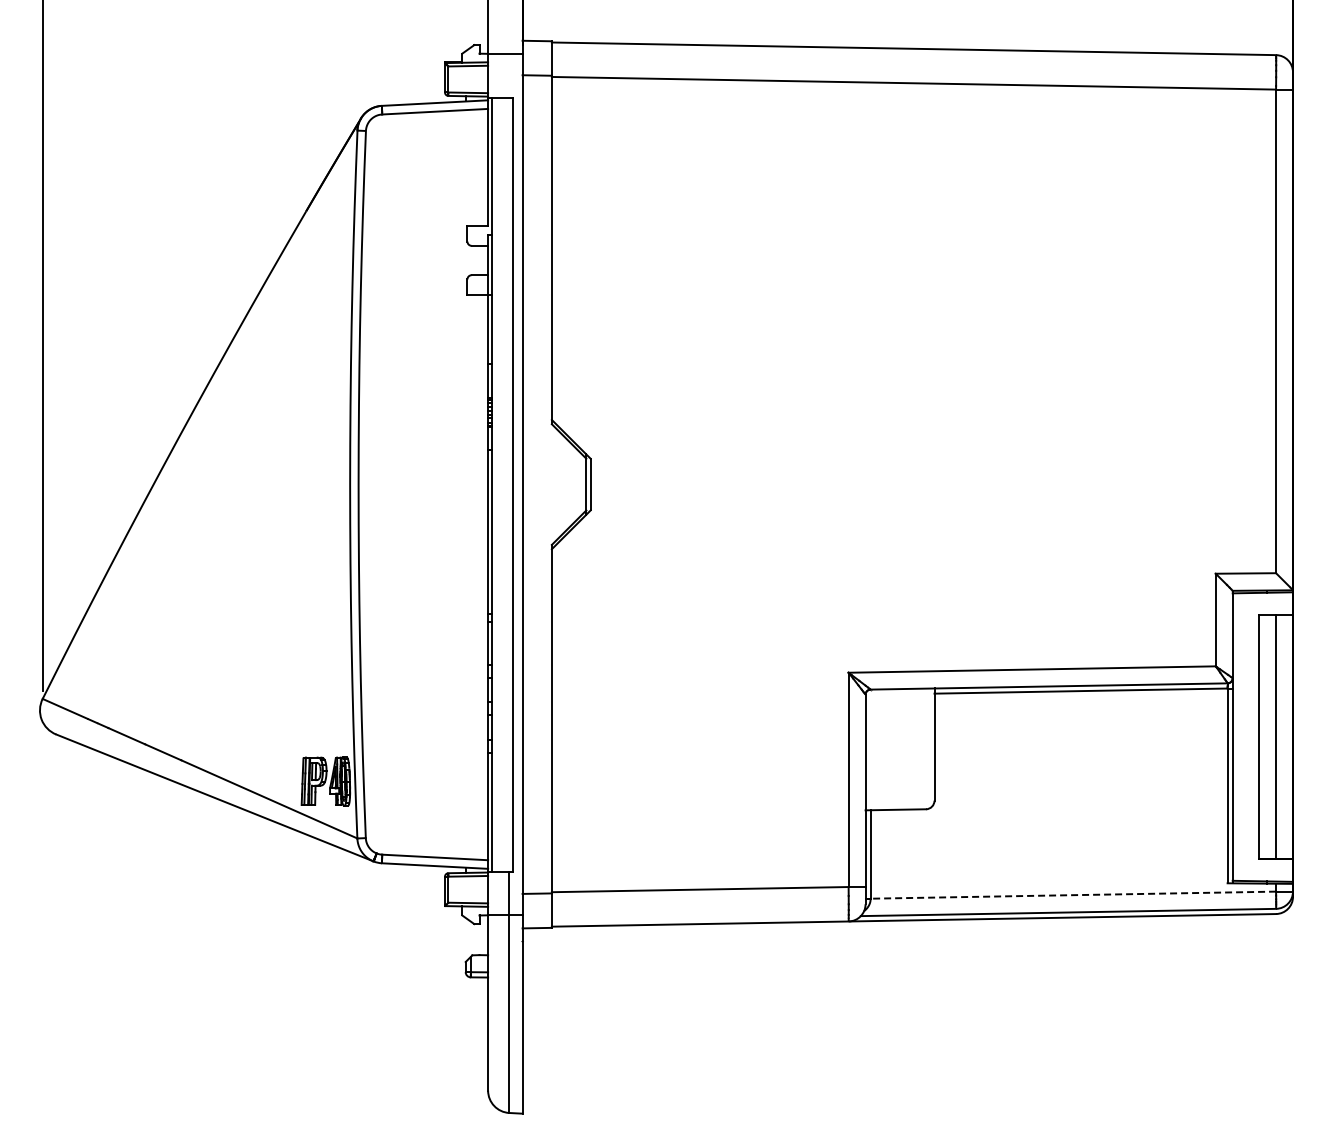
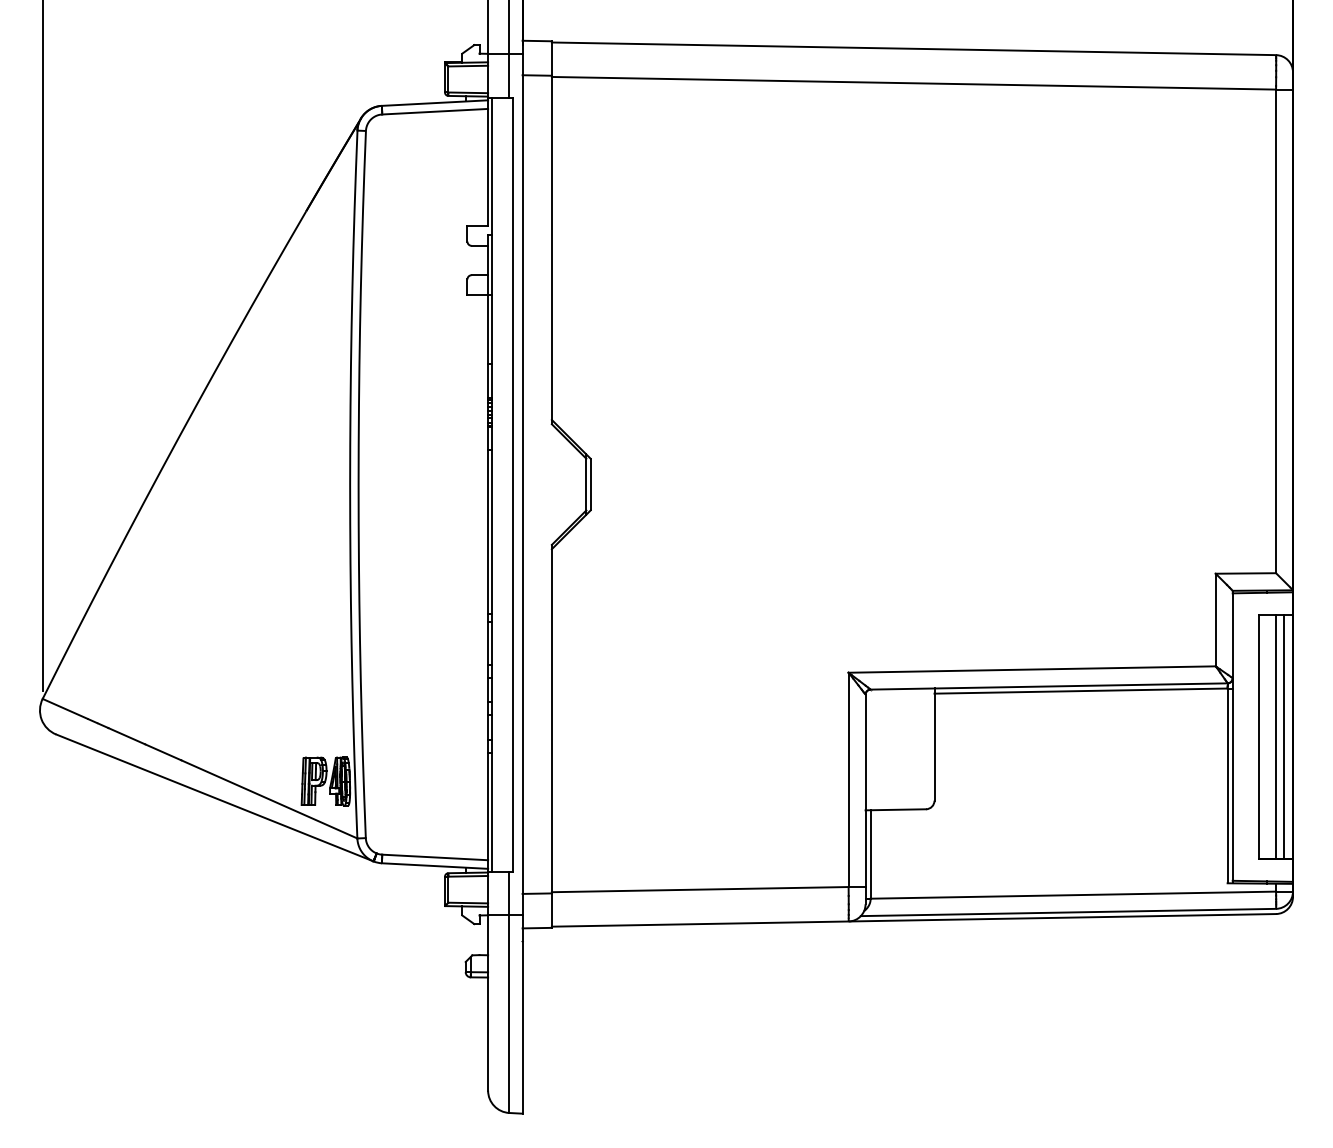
line at (509, 49): none -> present
line at (1284, 736): none -> present
line at (1073, 895): dashed -> solid
